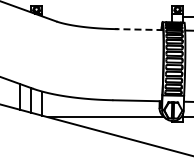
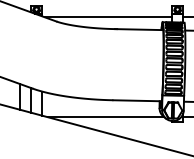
line at (108, 17): none -> present
line at (138, 29): dashed -> solid
